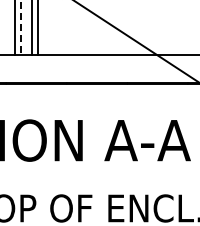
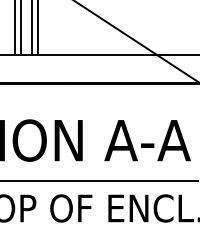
line at (20, 28): dashed -> solid
line at (99, 181): none -> present
